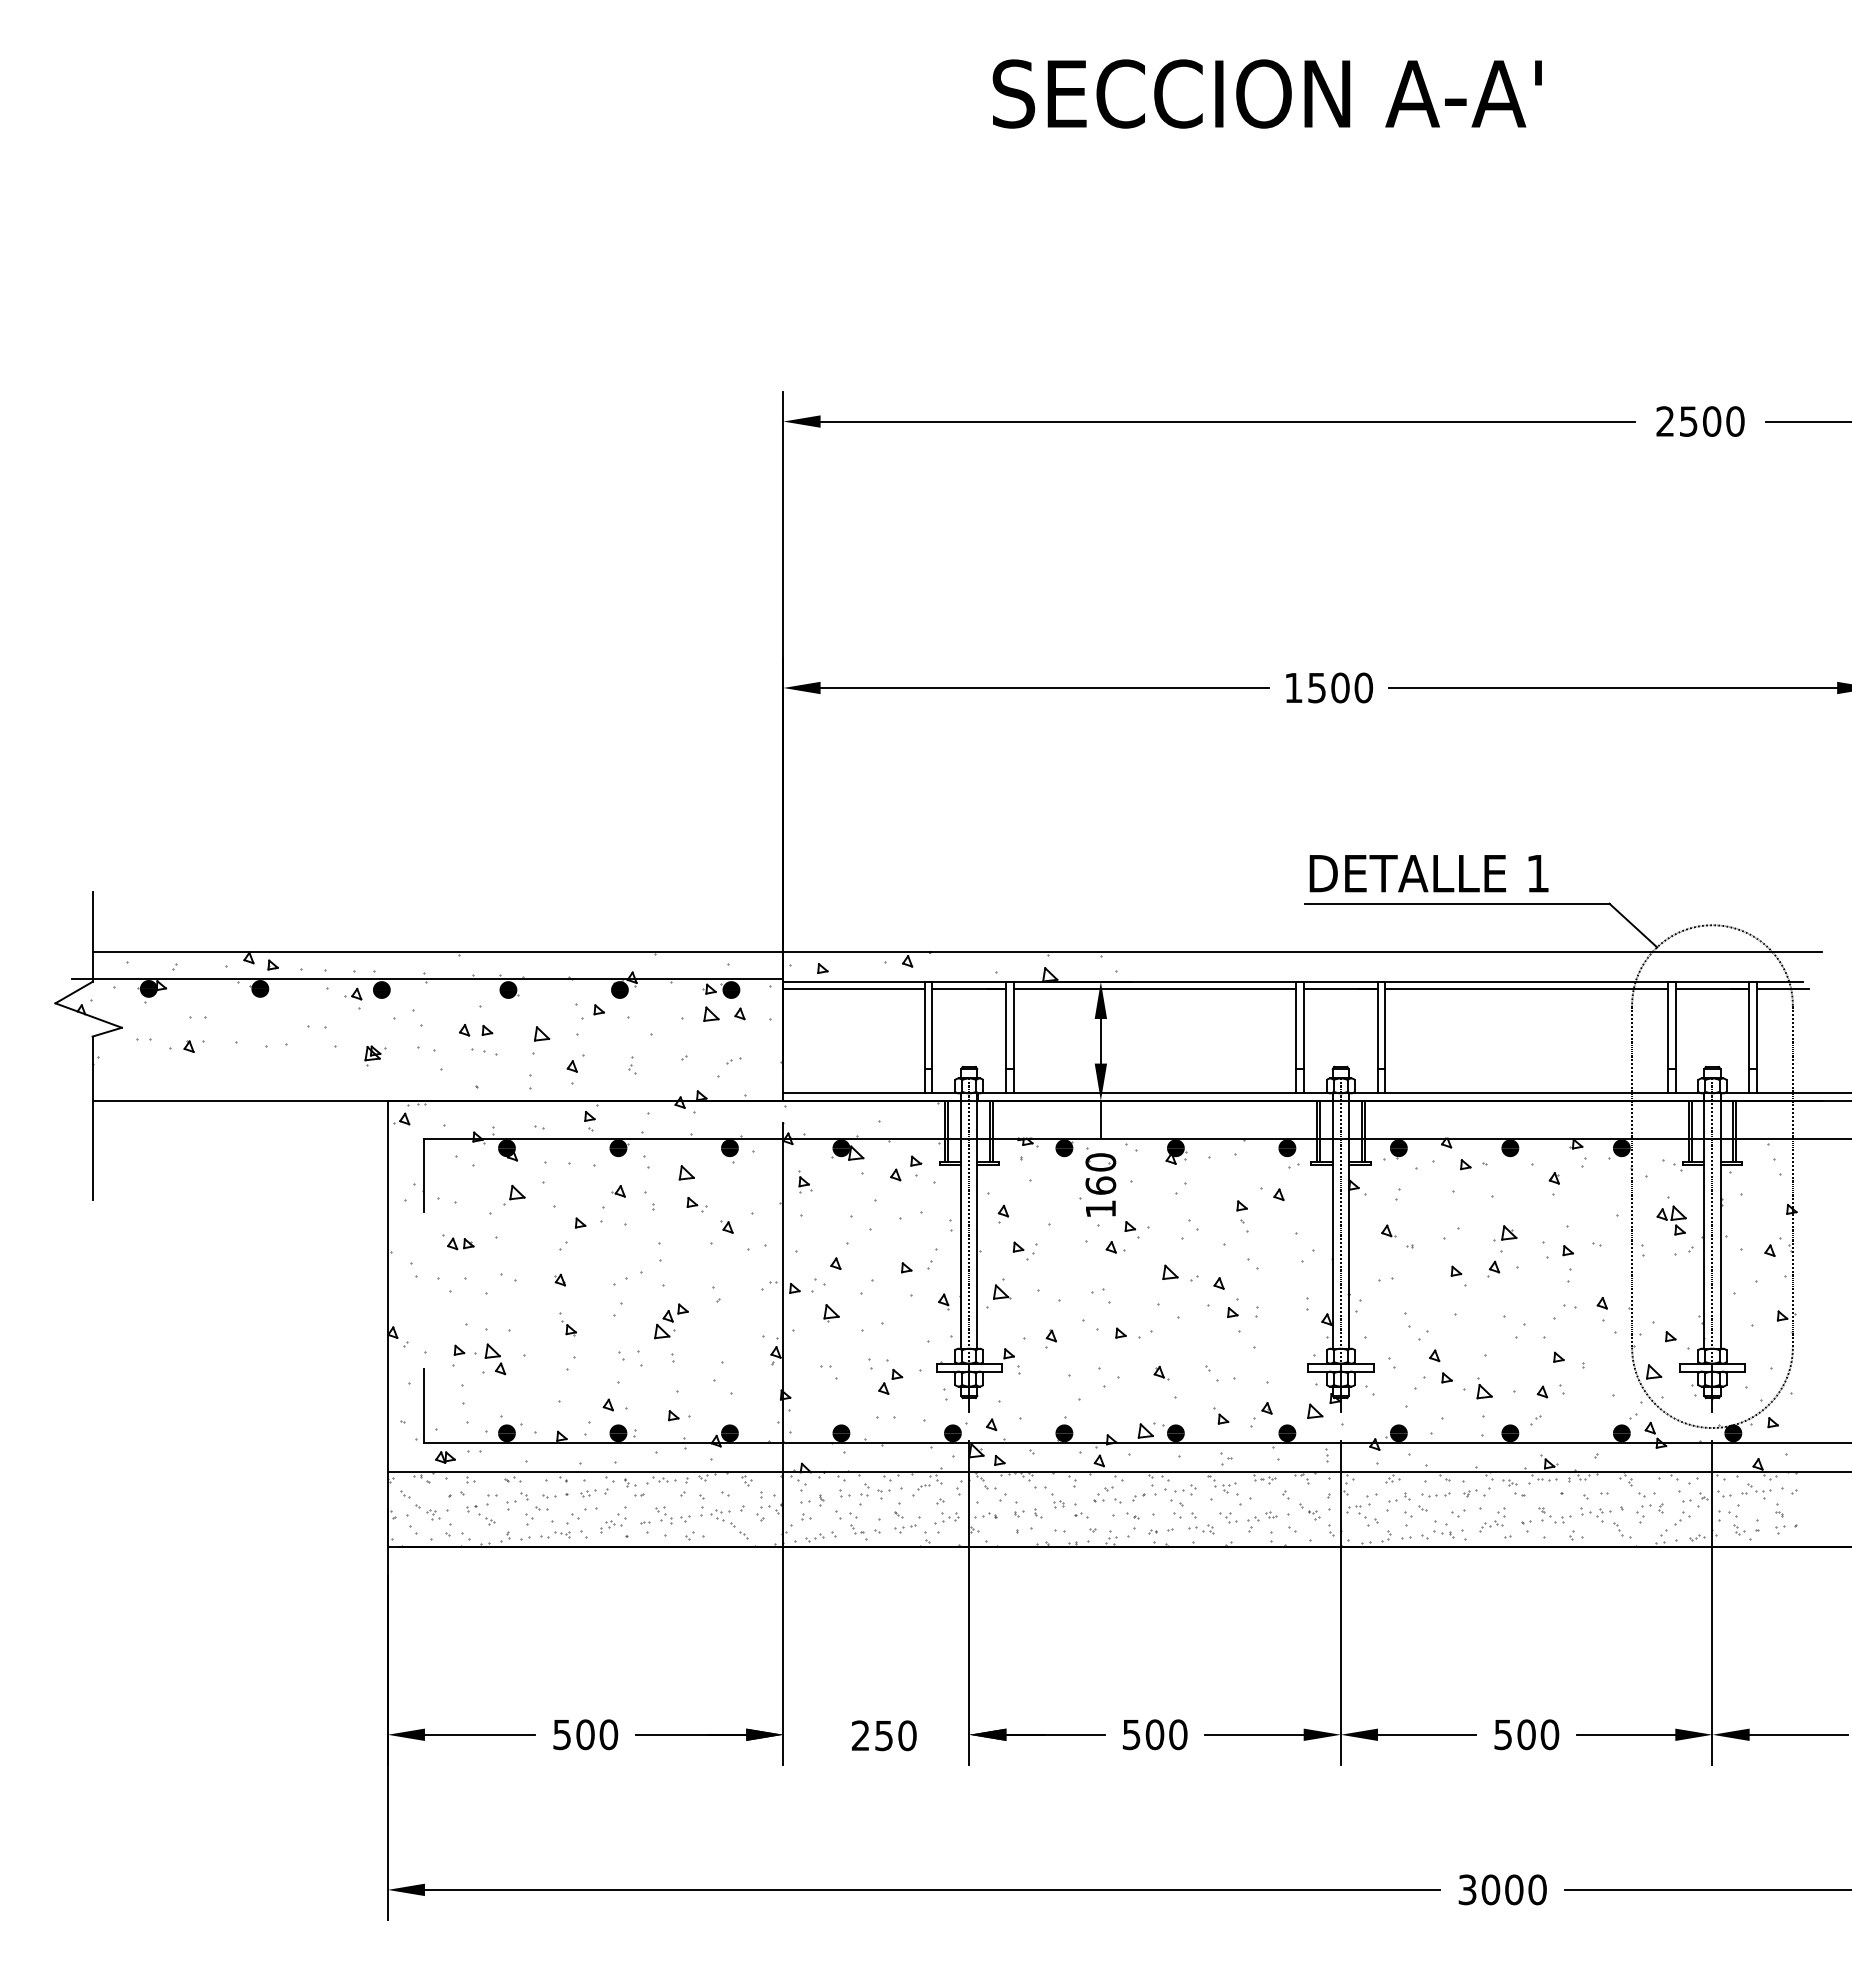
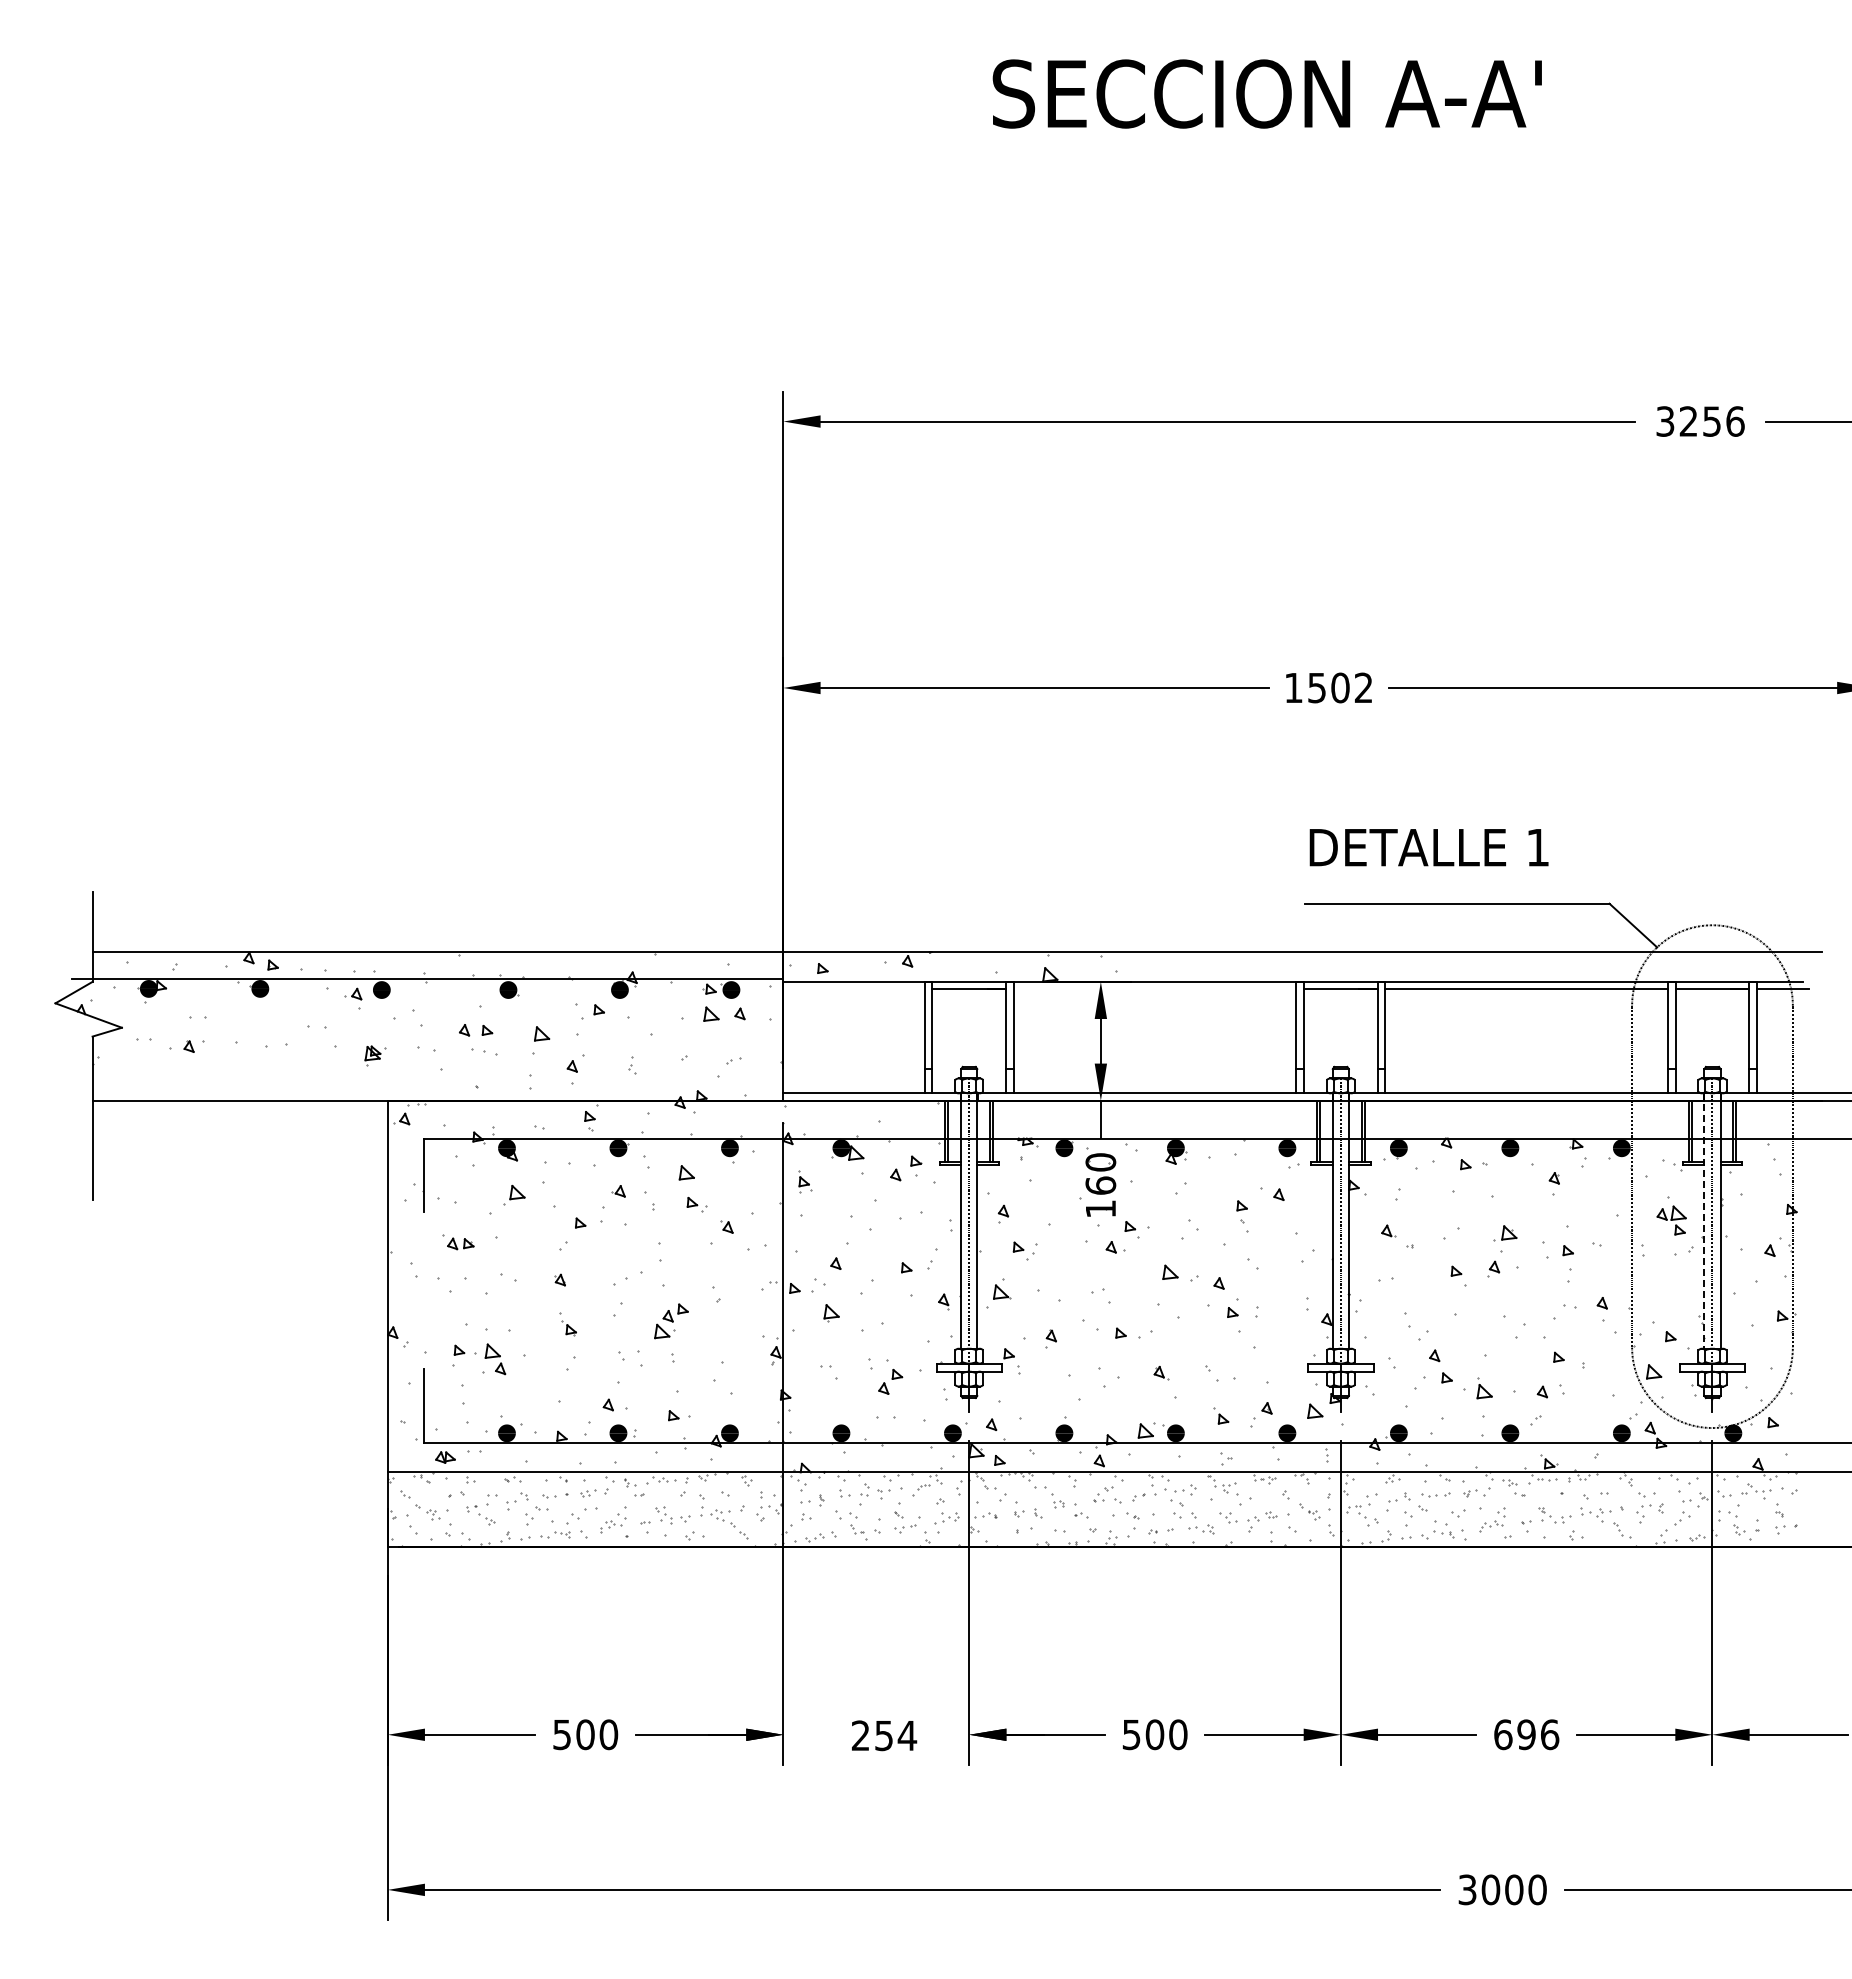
text at (1700, 421): 2500 -> 3256
text at (1363, 687): 1500 -> 1502
text at (1428, 873) position: (1428, 873) -> (1428, 847)
line at (853, 989): present -> none
line at (1154, 989): present -> none
line at (1704, 1221): solid -> dashed
text at (1526, 1734): 500 -> 696
text at (907, 1735): 250 -> 254
